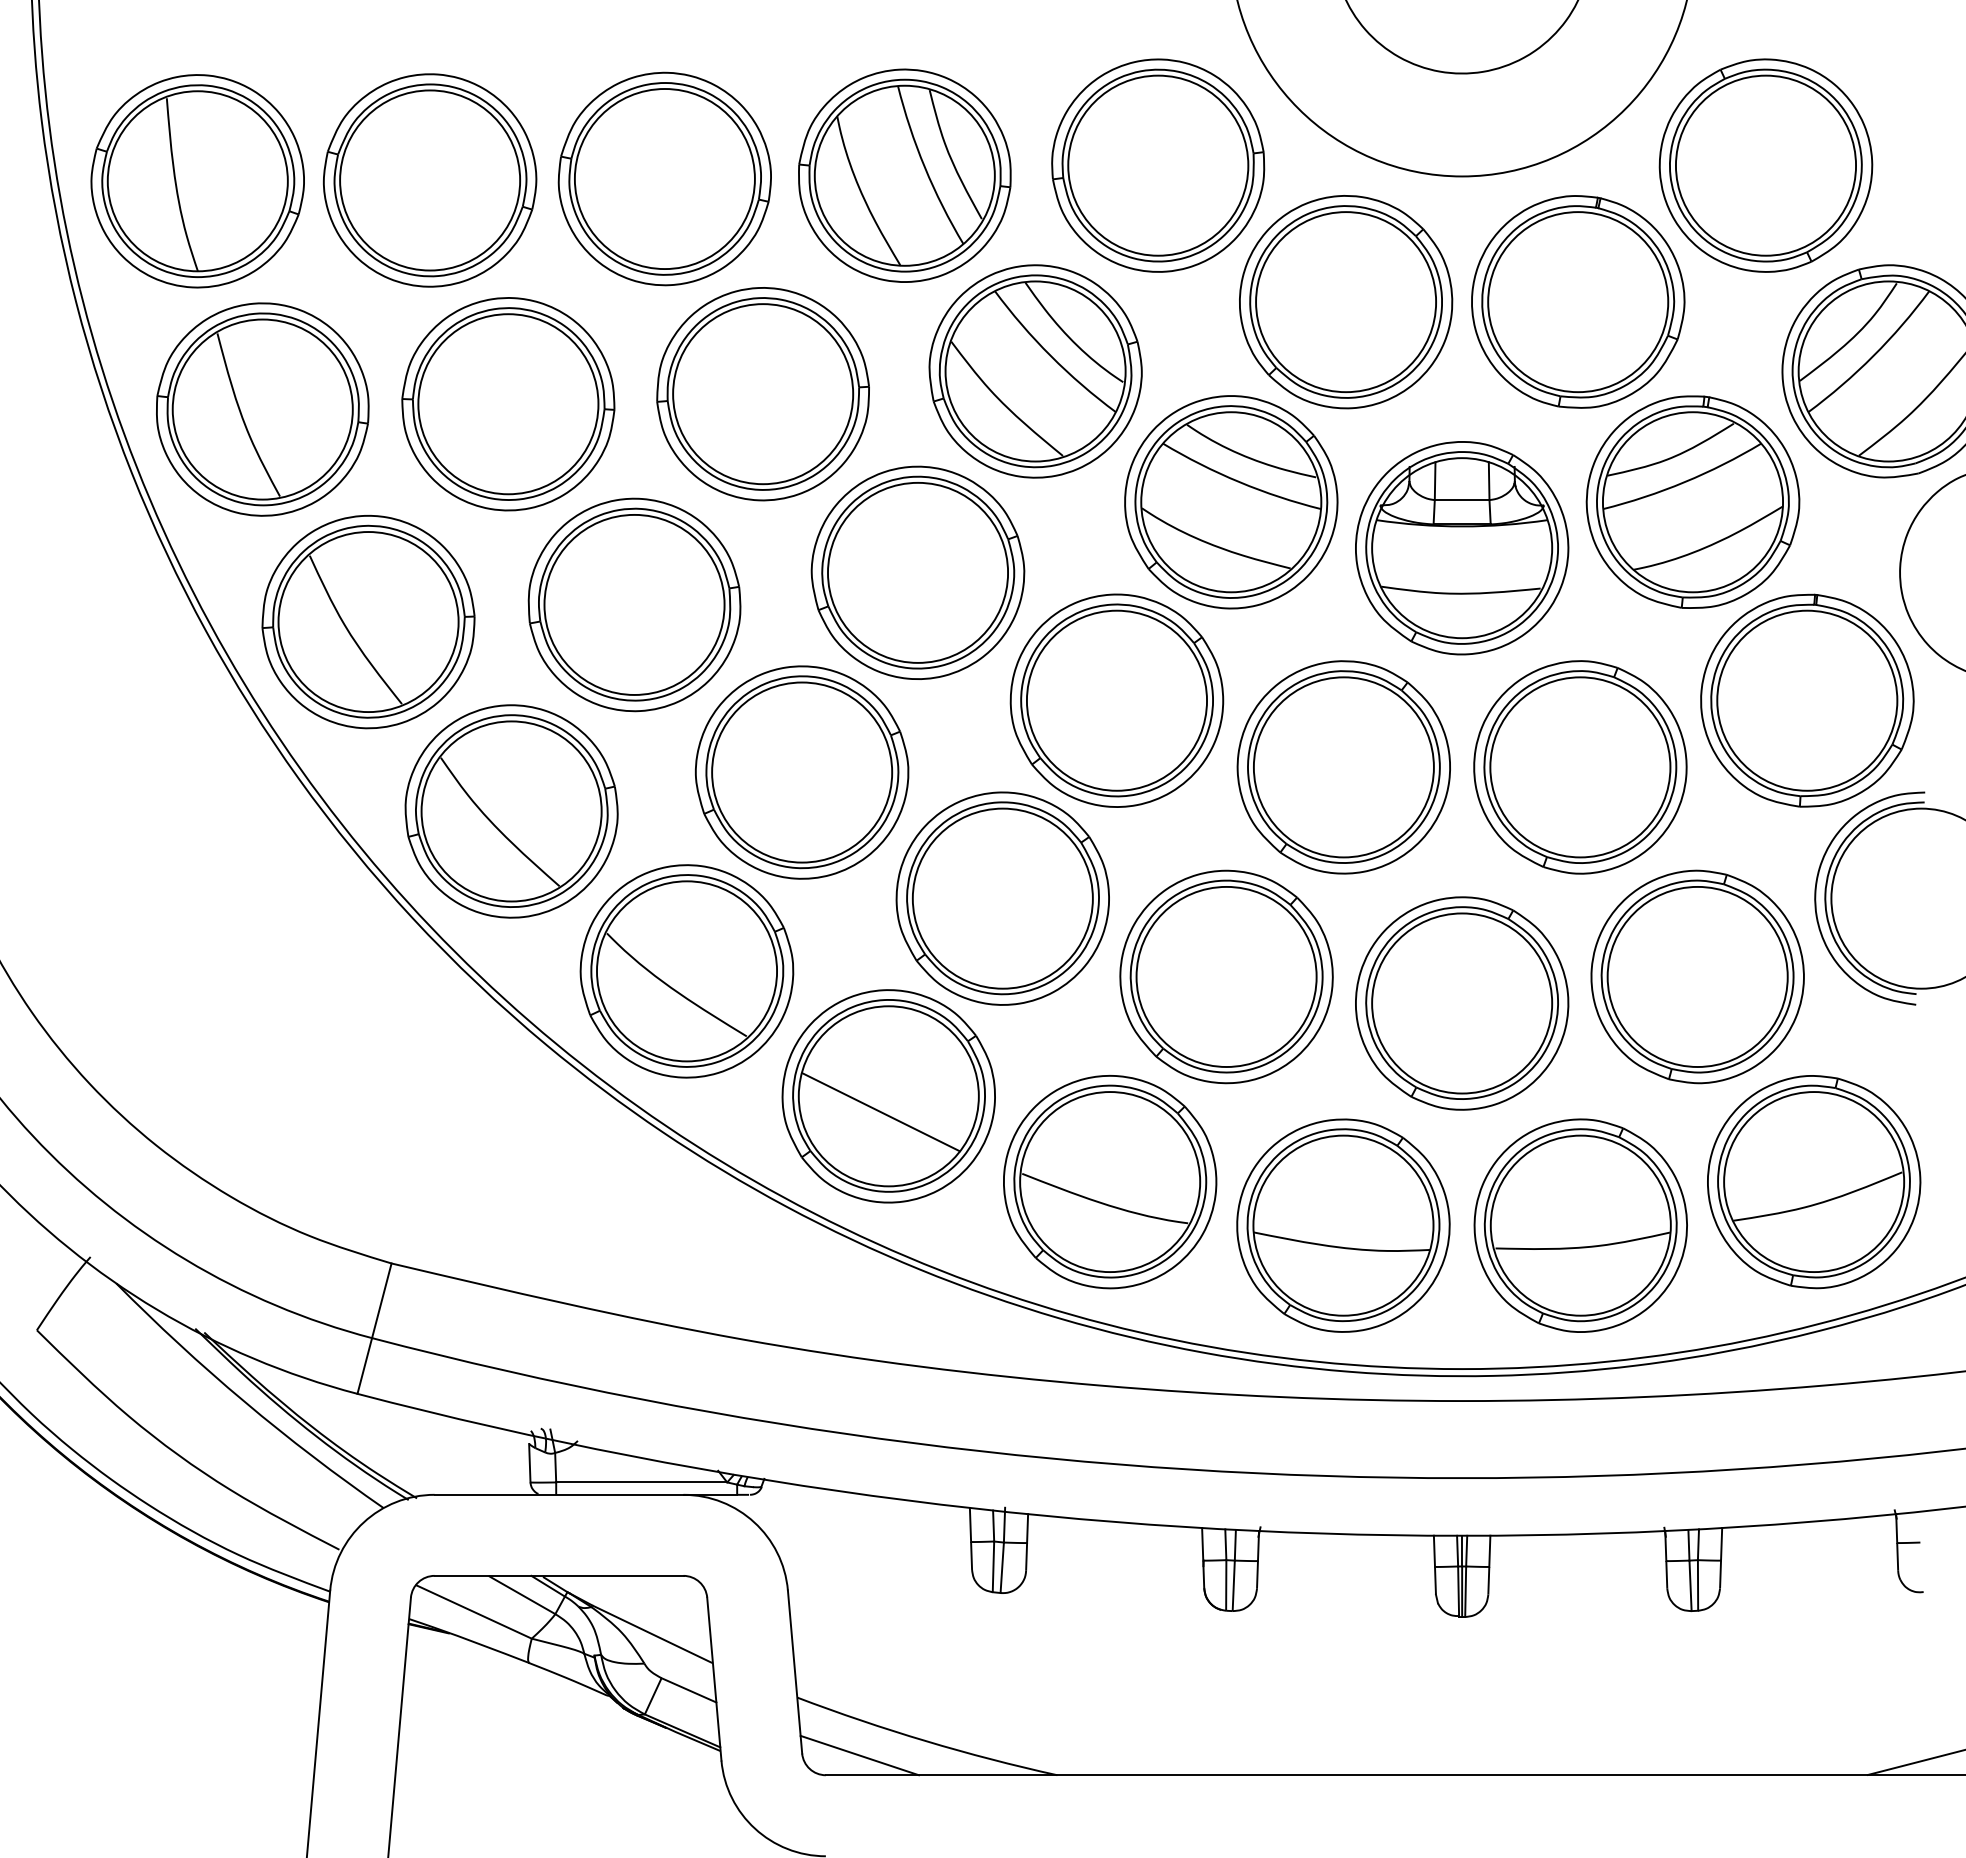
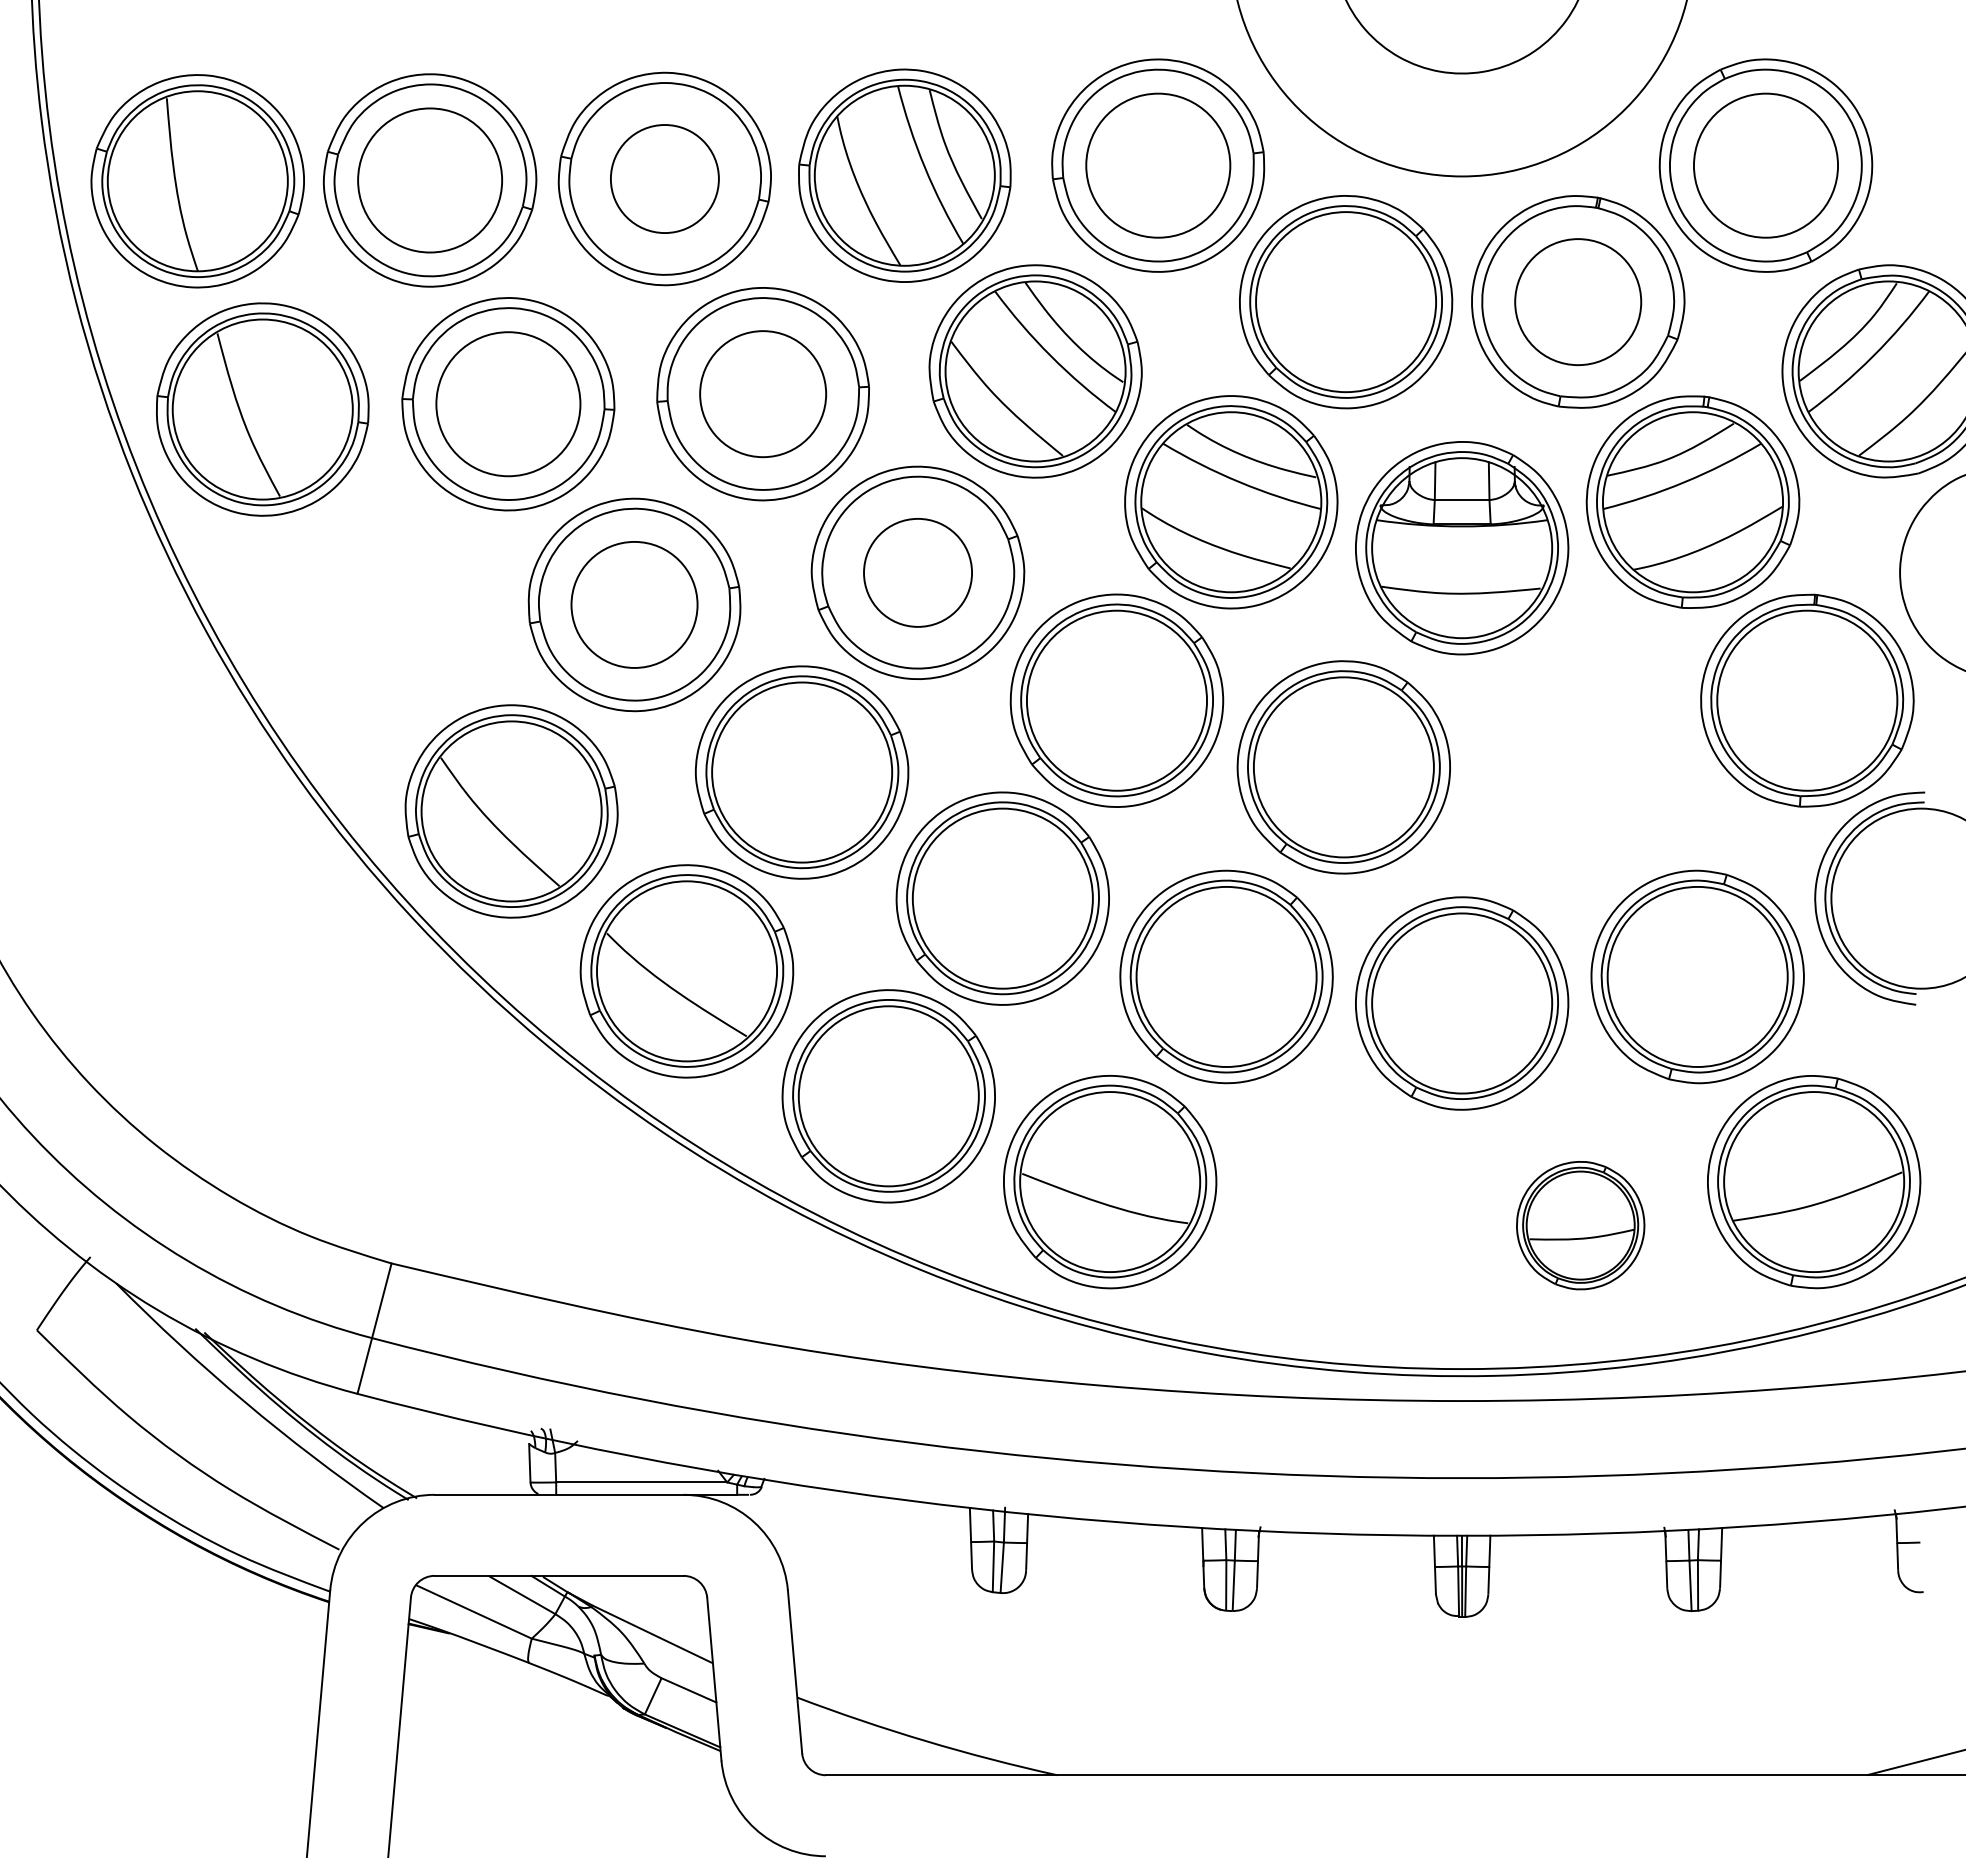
circle at (1158, 165) diameter: 180 px -> 144 px
circle at (1765, 165) diameter: 180 px -> 144 px
circle at (664, 179) diameter: 180 px -> 108 px
circle at (430, 180) diameter: 180 px -> 144 px
circle at (1578, 302) diameter: 180 px -> 126 px
circle at (763, 394) diameter: 180 px -> 126 px
circle at (508, 404) diameter: 180 px -> 144 px
circle at (917, 572) diameter: 180 px -> 108 px
circle at (634, 604) diameter: 180 px -> 126 px
part at (368, 622): present -> none
part at (1580, 767): present -> none
line at (880, 1112): present -> none
part at (1343, 1225): present -> none
part at (1580, 1225) size: 215x215 px -> 130x130 px
line at (859, 1755): present -> none
